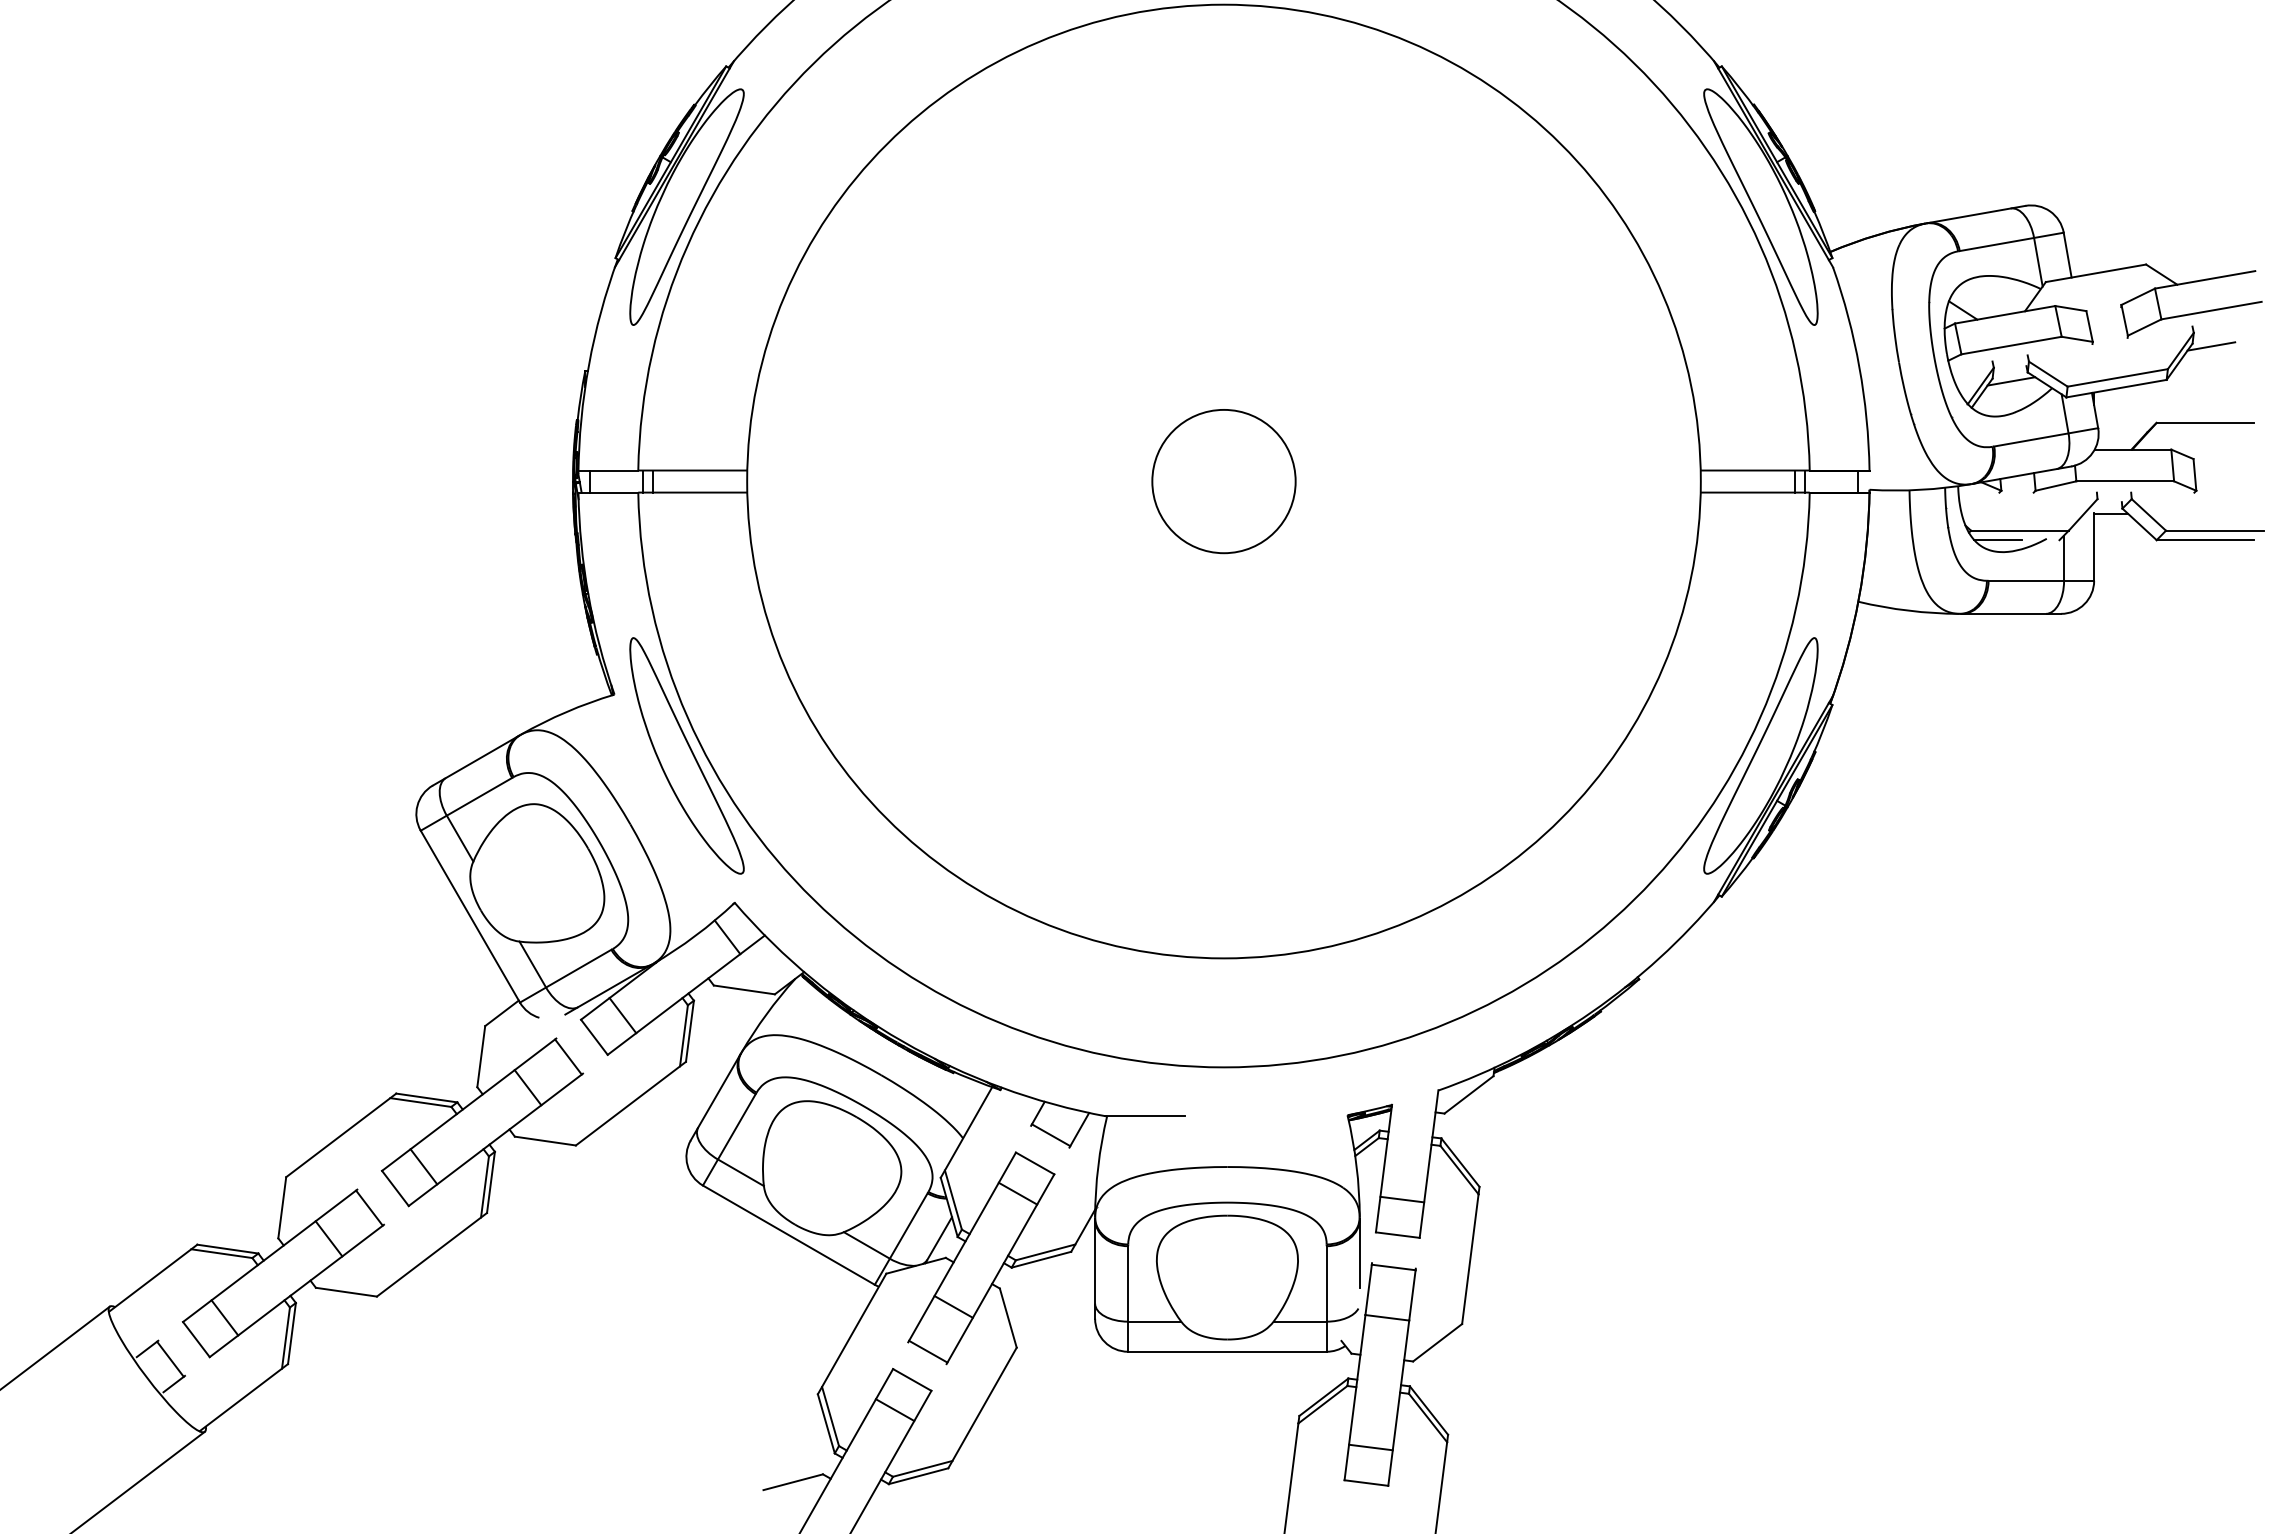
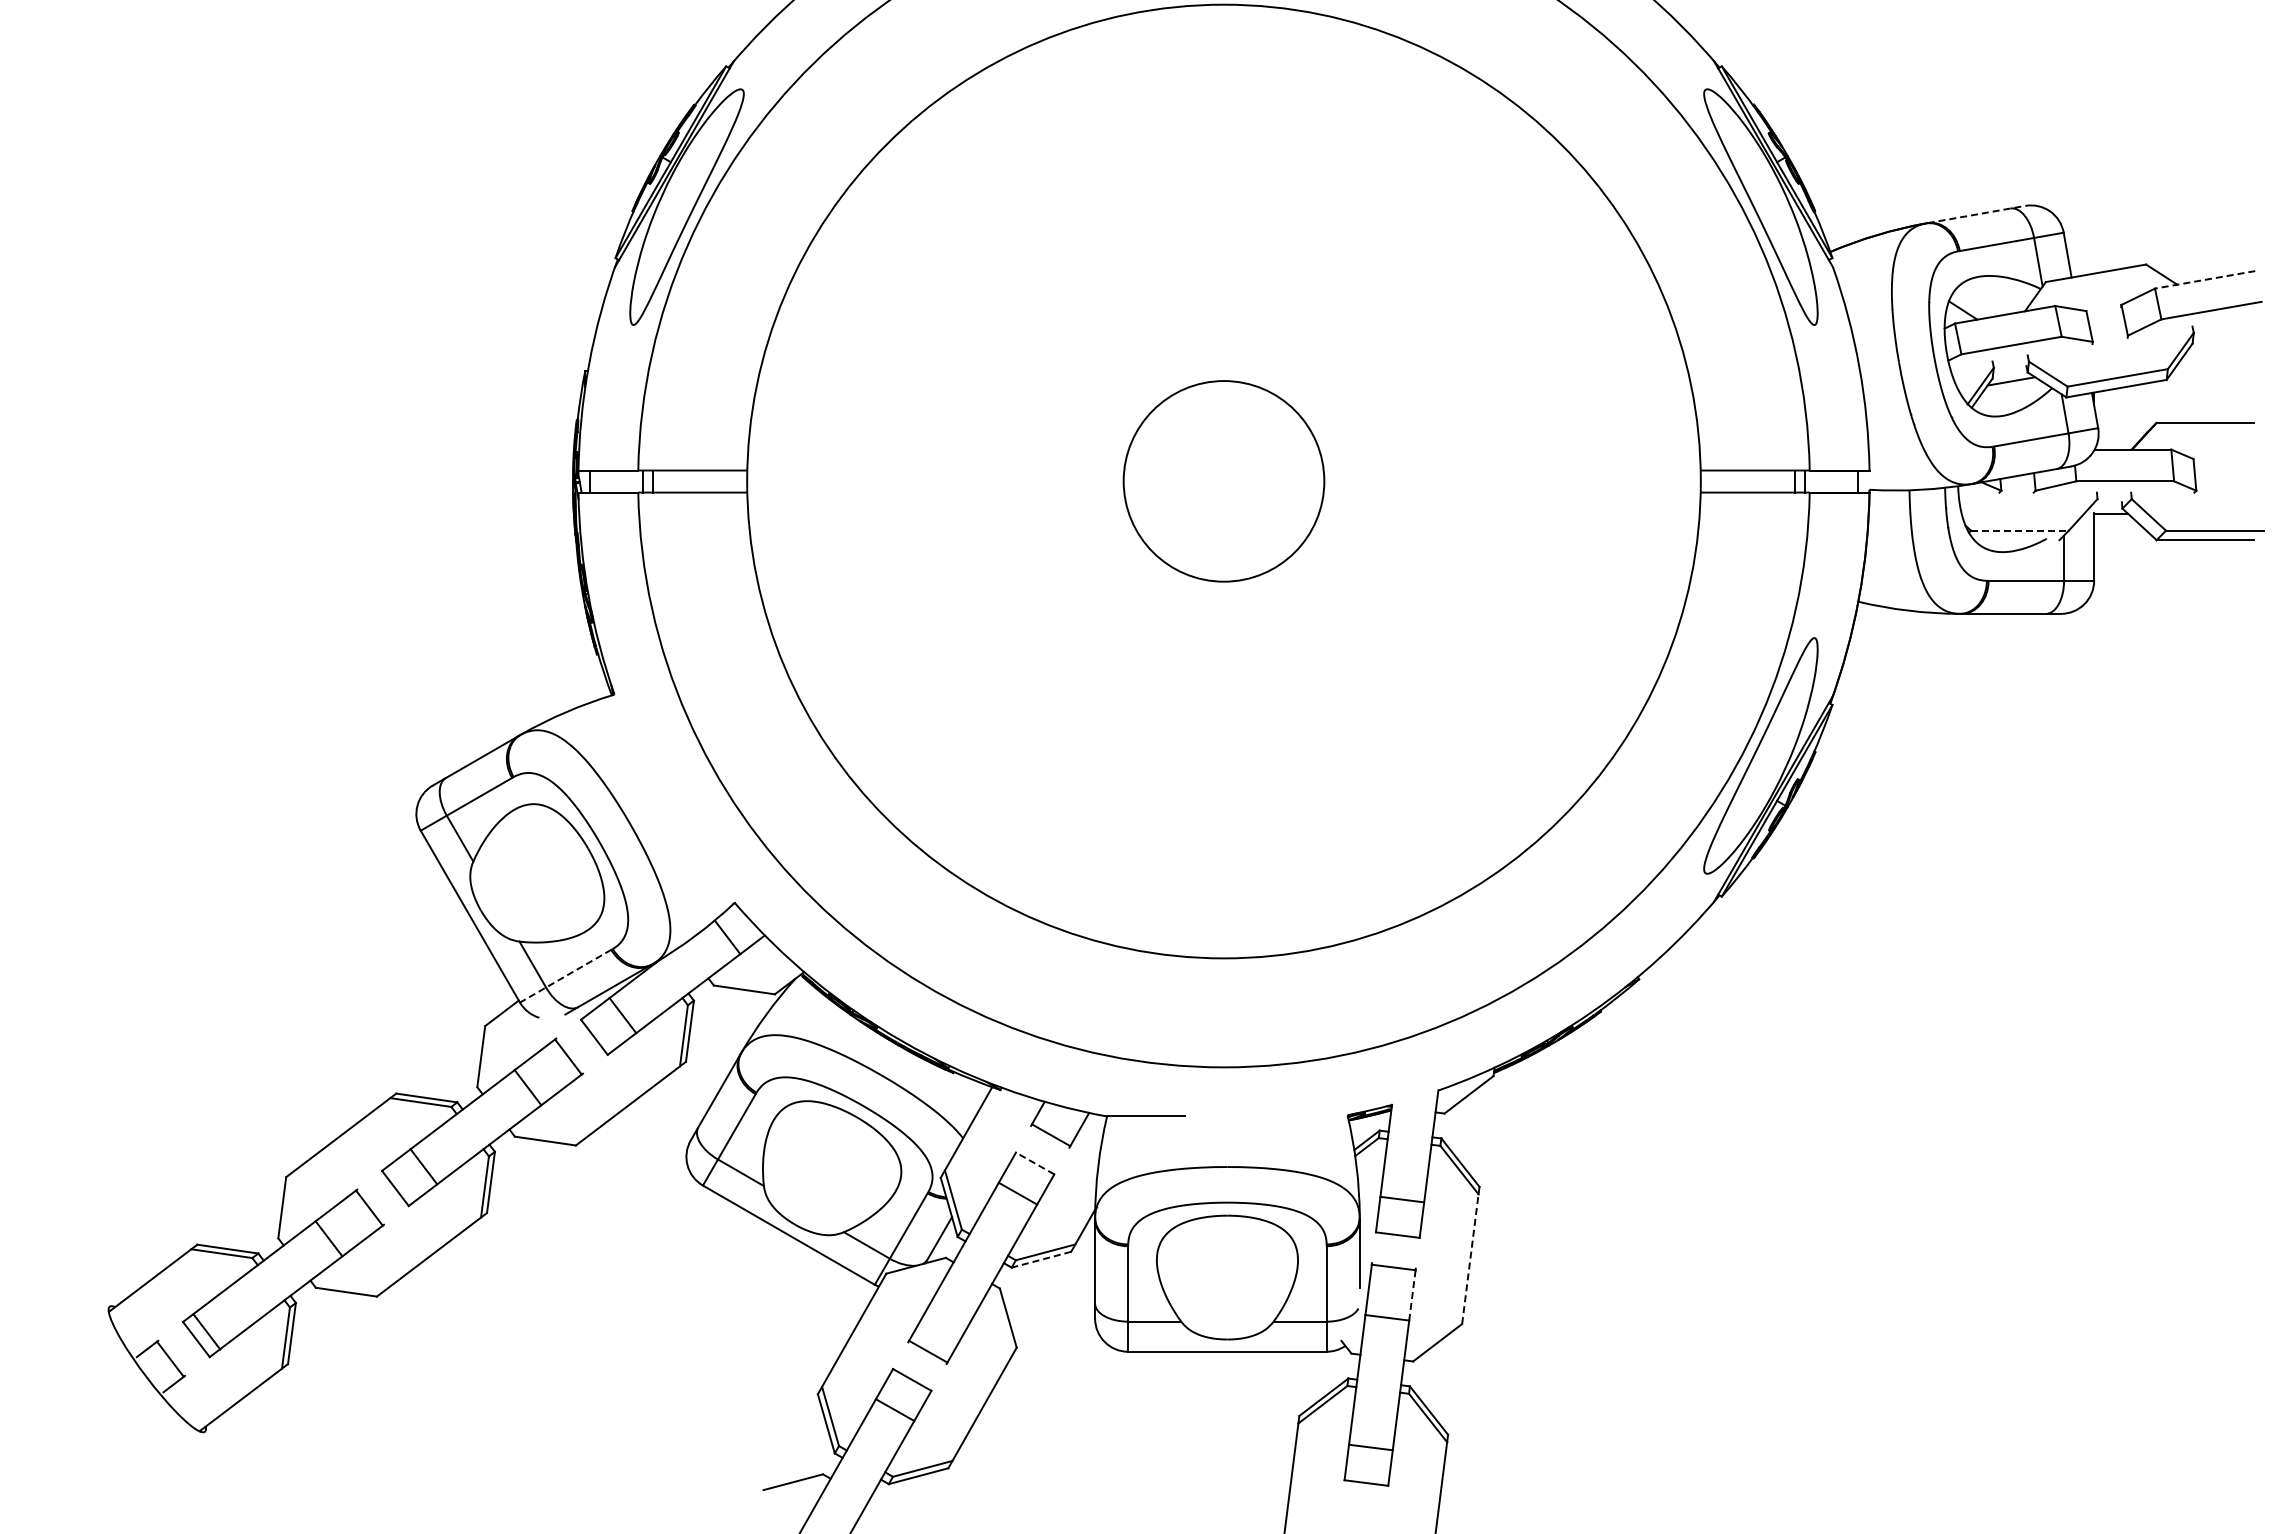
line at (1976, 214): solid -> dashed
line at (2205, 279): solid -> dashed
line at (2211, 346): present -> none
circle at (1223, 481) size: 146x146 px -> 204x203 px
line at (2019, 530): solid -> dashed
line at (1998, 540): present -> none
part at (686, 755): present -> none
line at (565, 976): solid -> dashed
line at (1034, 1163): solid -> dashed
line at (1470, 1258): solid -> dashed
line at (1041, 1259): solid -> dashed
line at (1412, 1295): solid -> dashed
line at (953, 1306): present -> none
line at (224, 1317) position: (224, 1317) -> (206, 1331)
line at (55, 1347): present -> none
line at (139, 1480): present -> none
